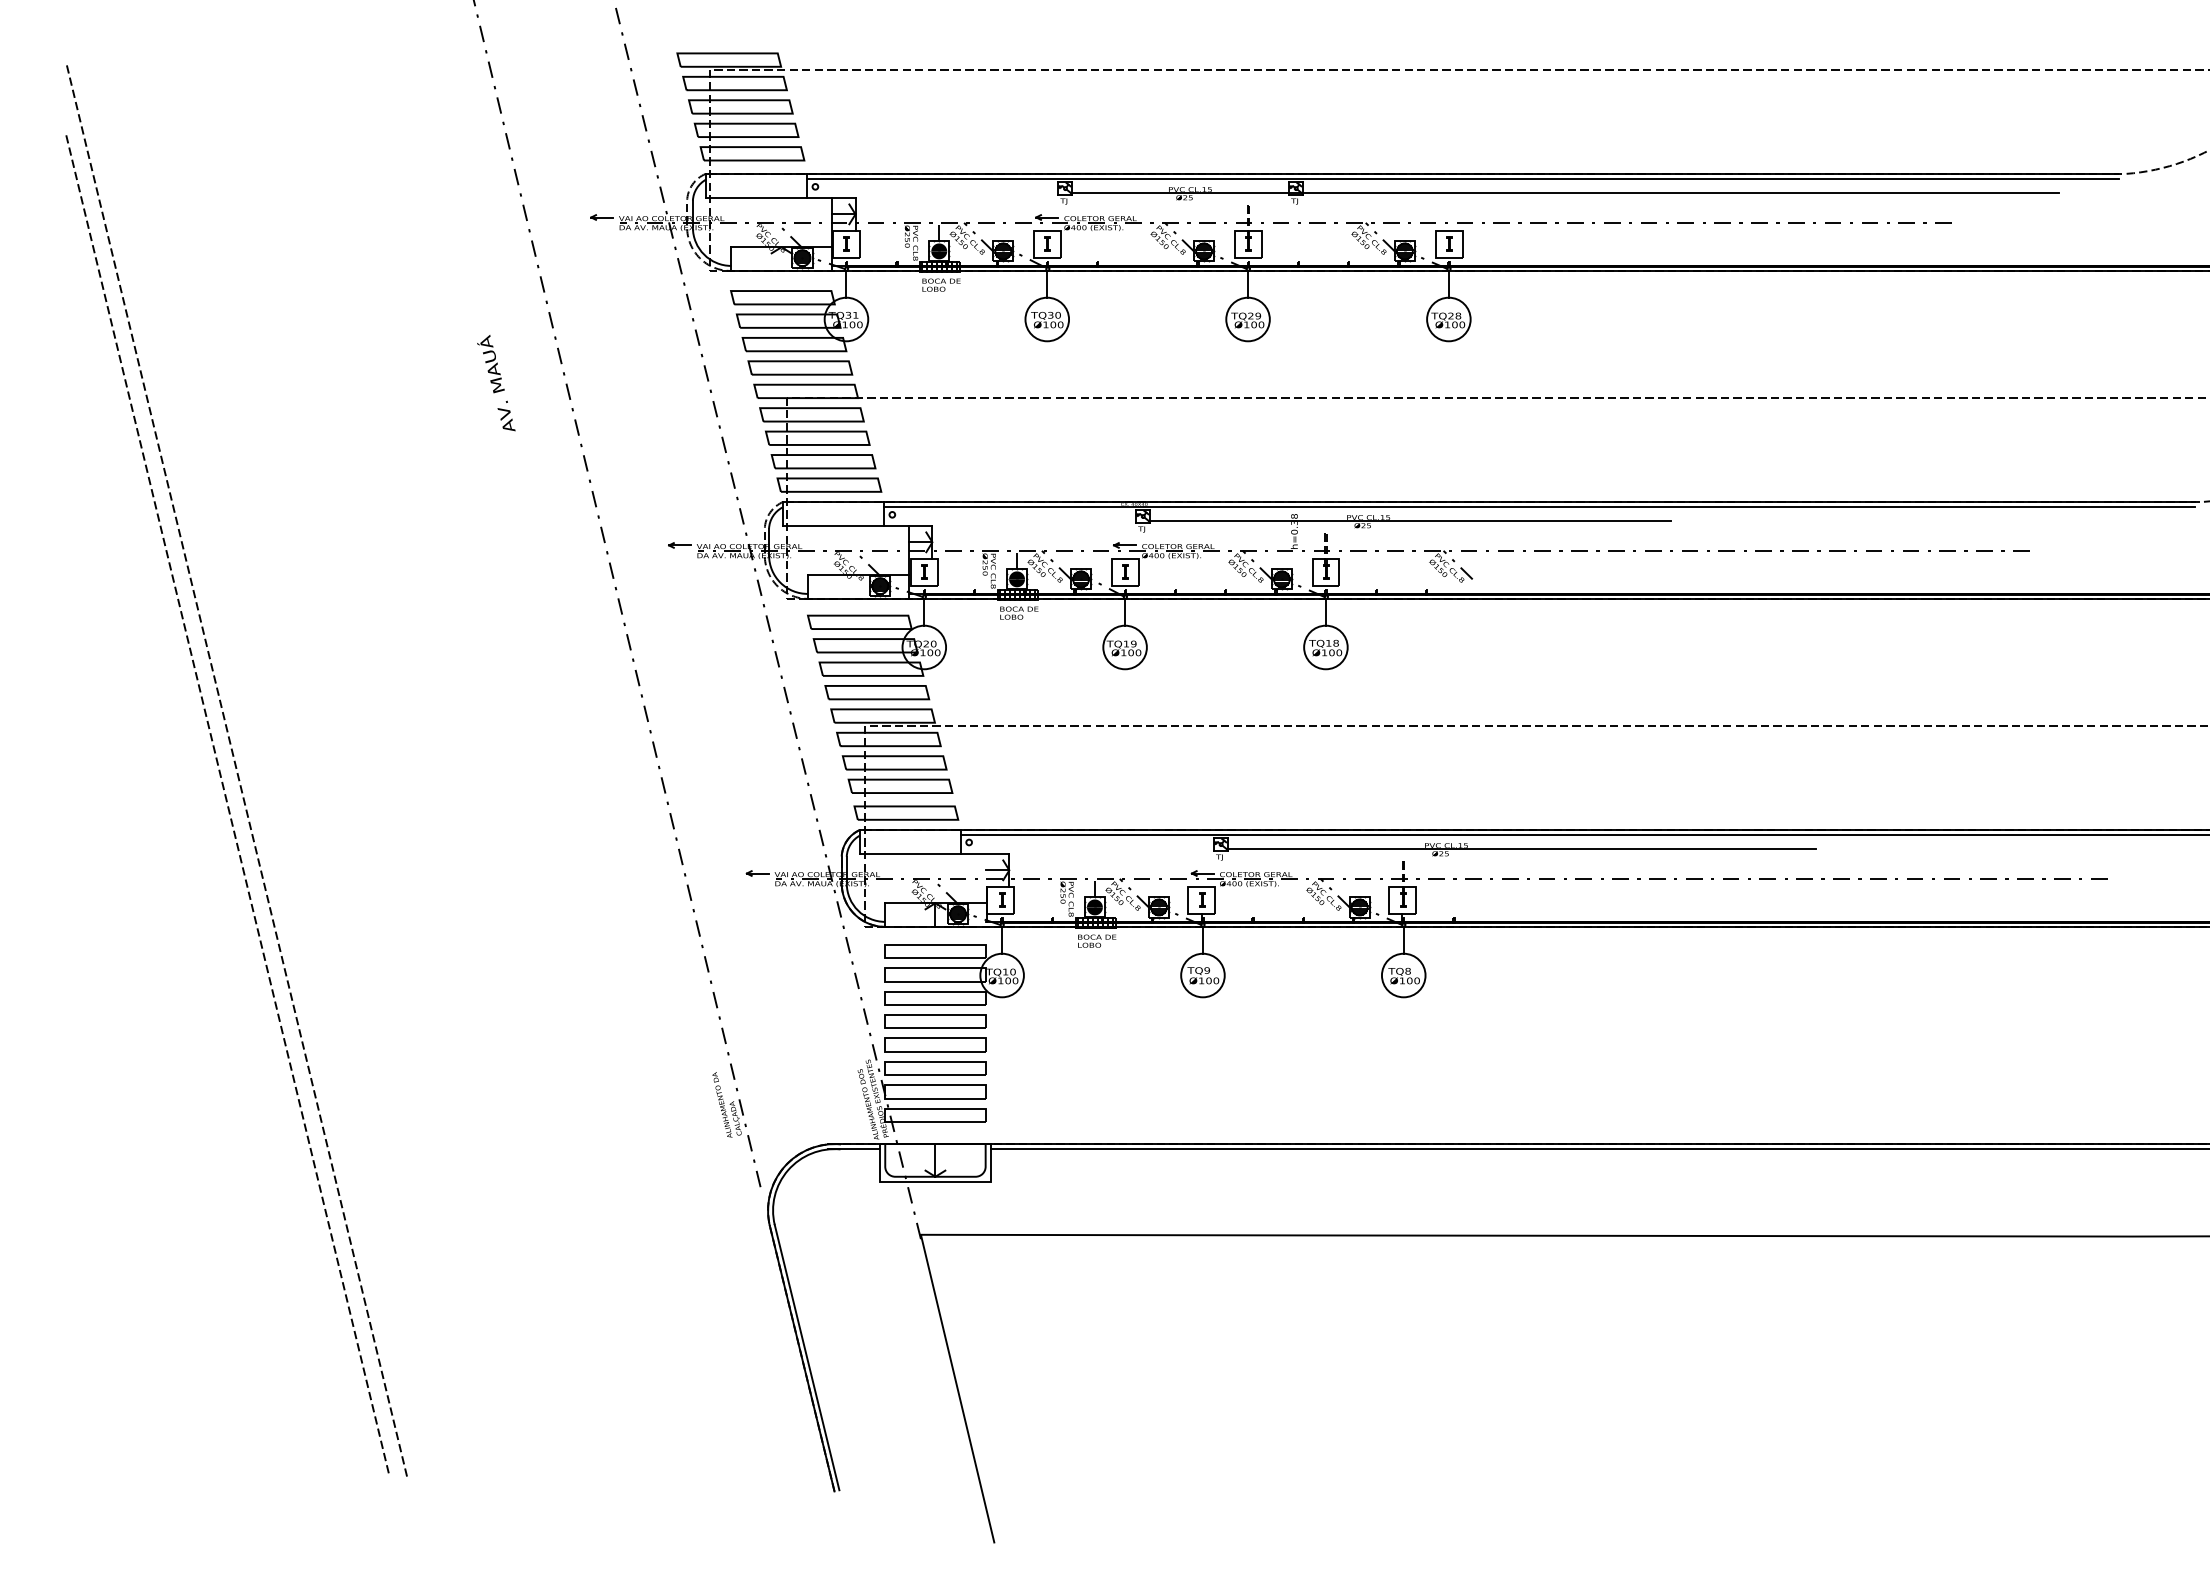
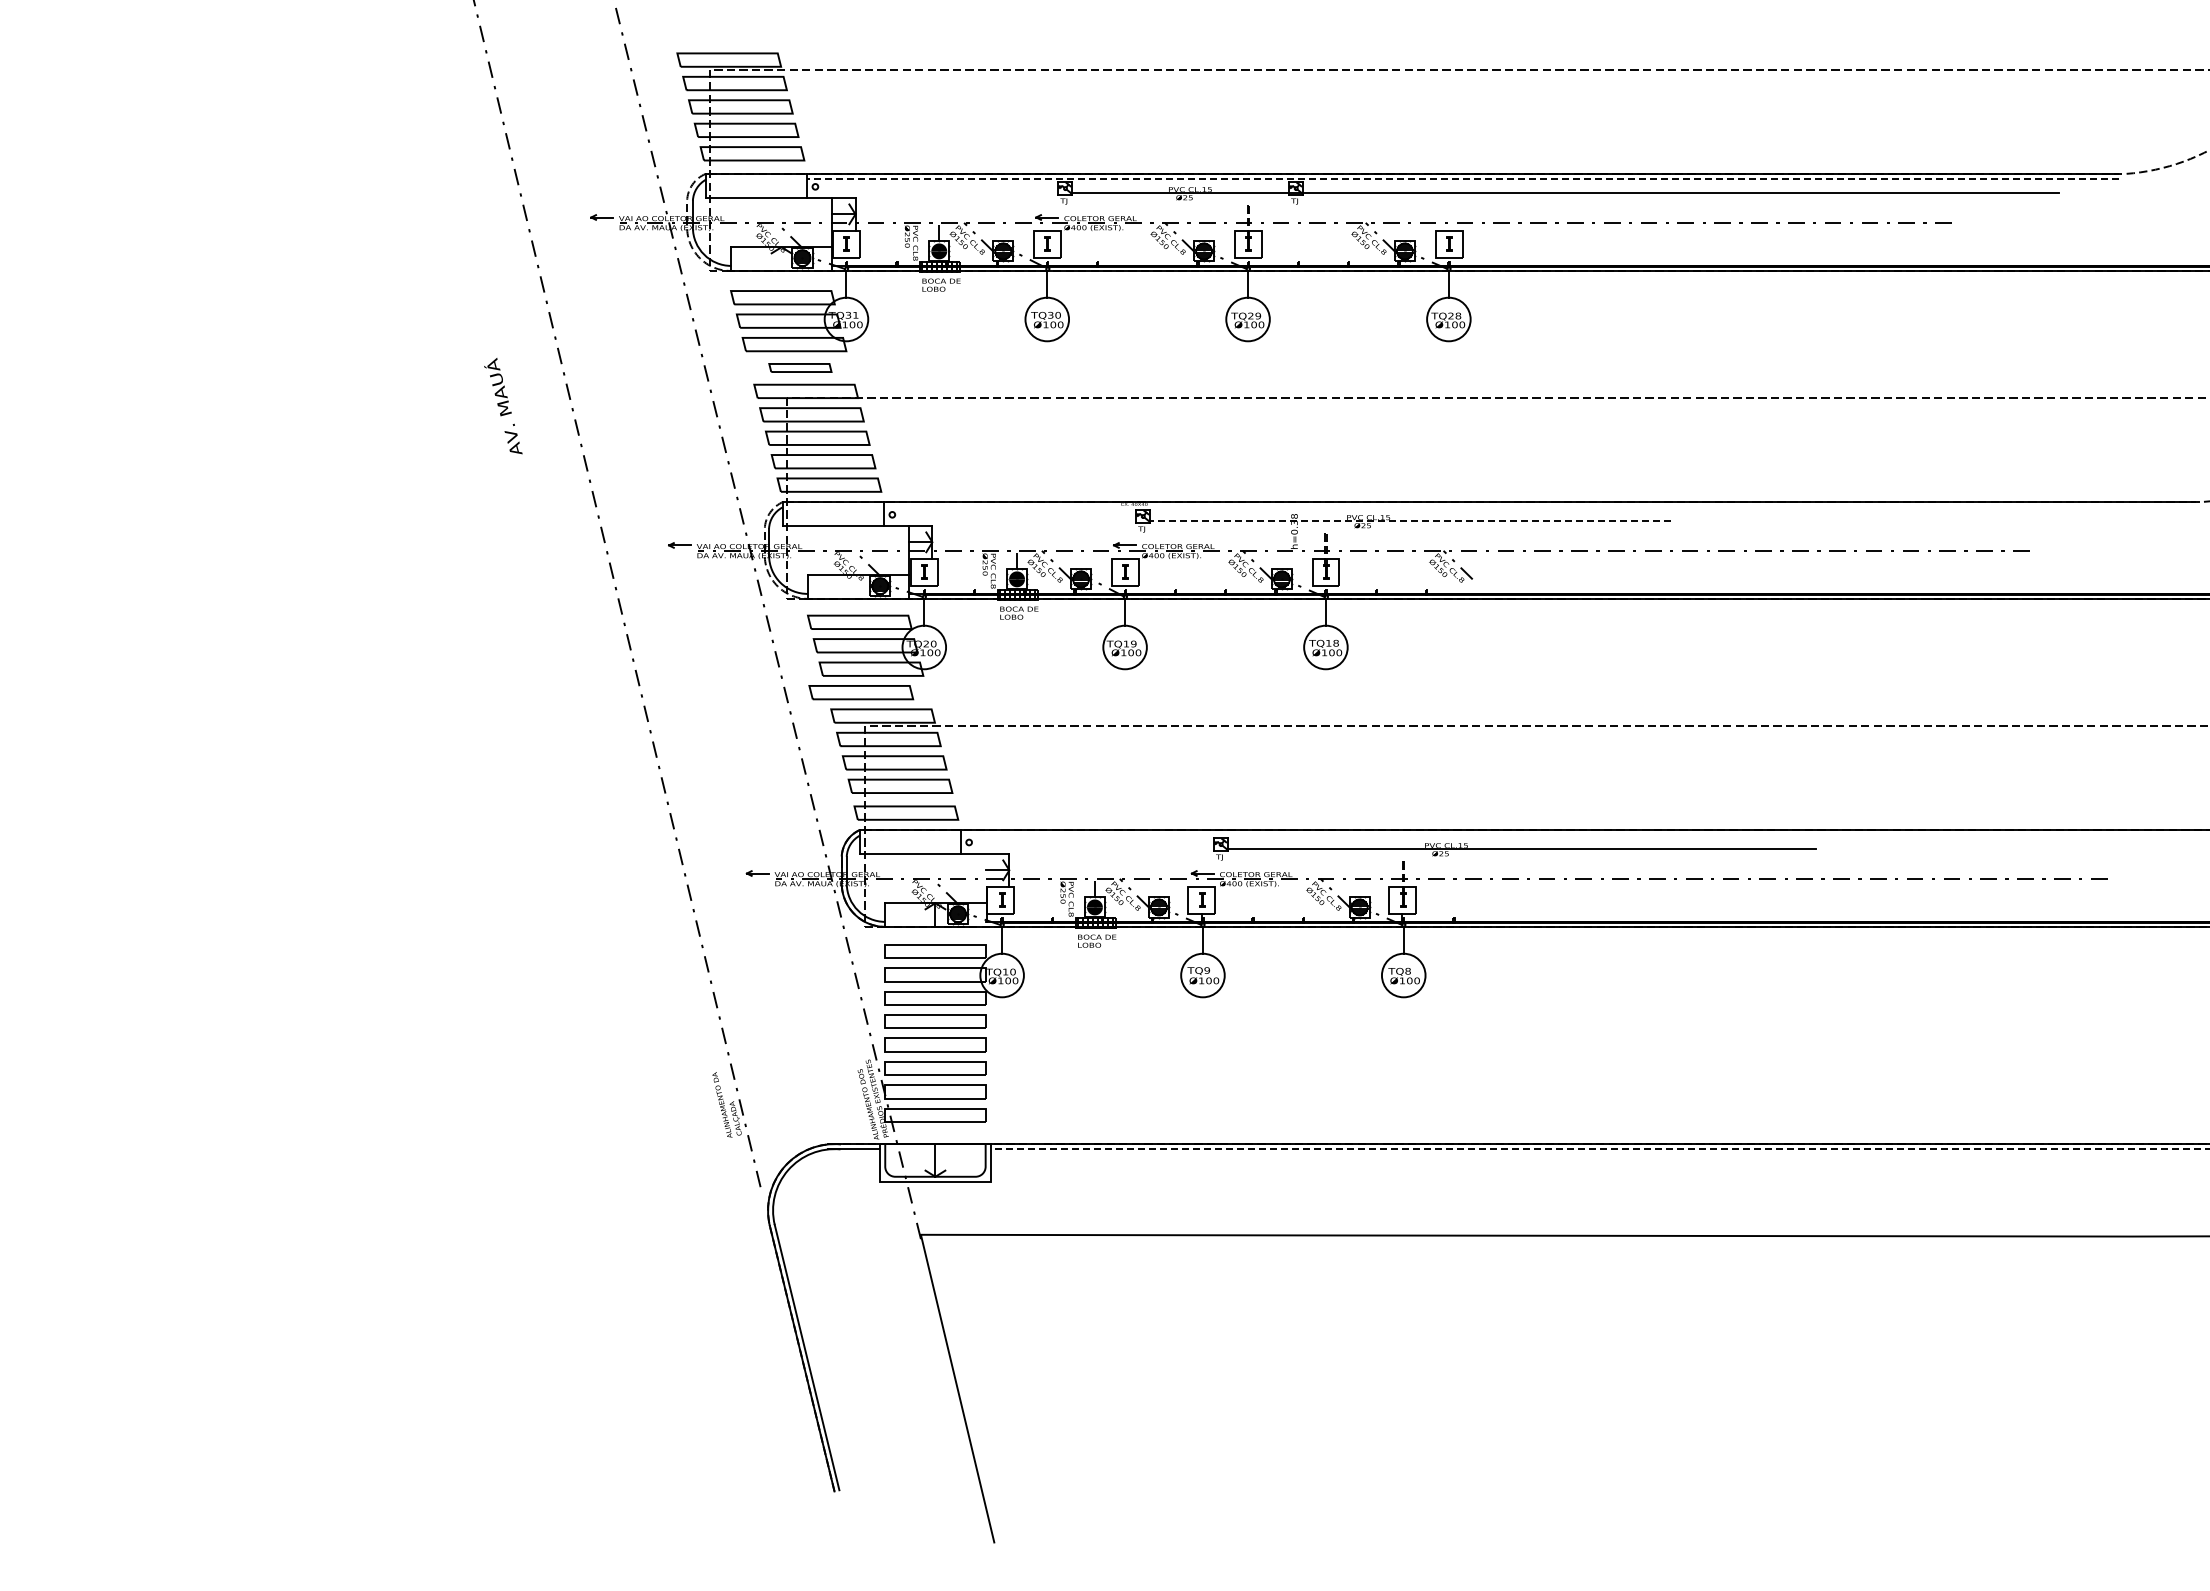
line at (1462, 178): solid -> dashed
part at (800, 367) size: 107x16 px -> 65x10 px
text at (496, 383) position: (496, 383) -> (503, 406)
line at (1539, 506): present -> none
line at (1409, 520): solid -> dashed
part at (877, 692) position: (877, 692) -> (861, 692)
line at (236, 769): present -> none
line at (227, 805): present -> none
line at (1583, 834): present -> none
line at (1599, 1149): solid -> dashed
